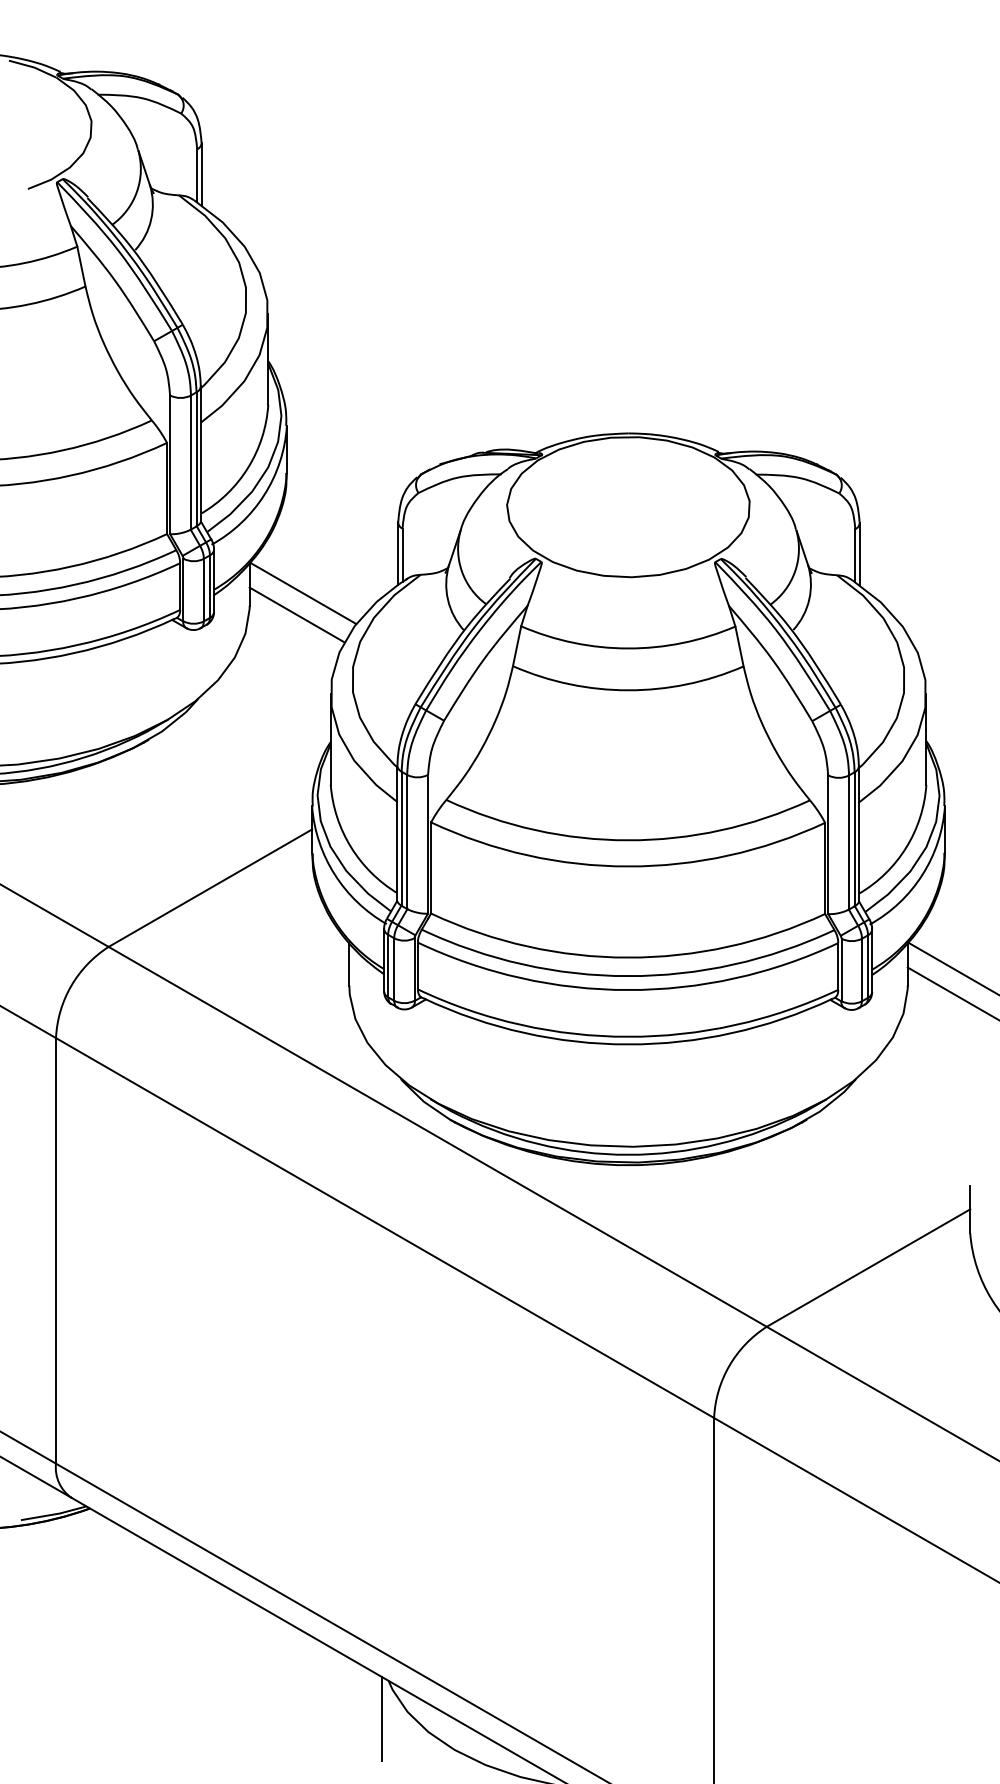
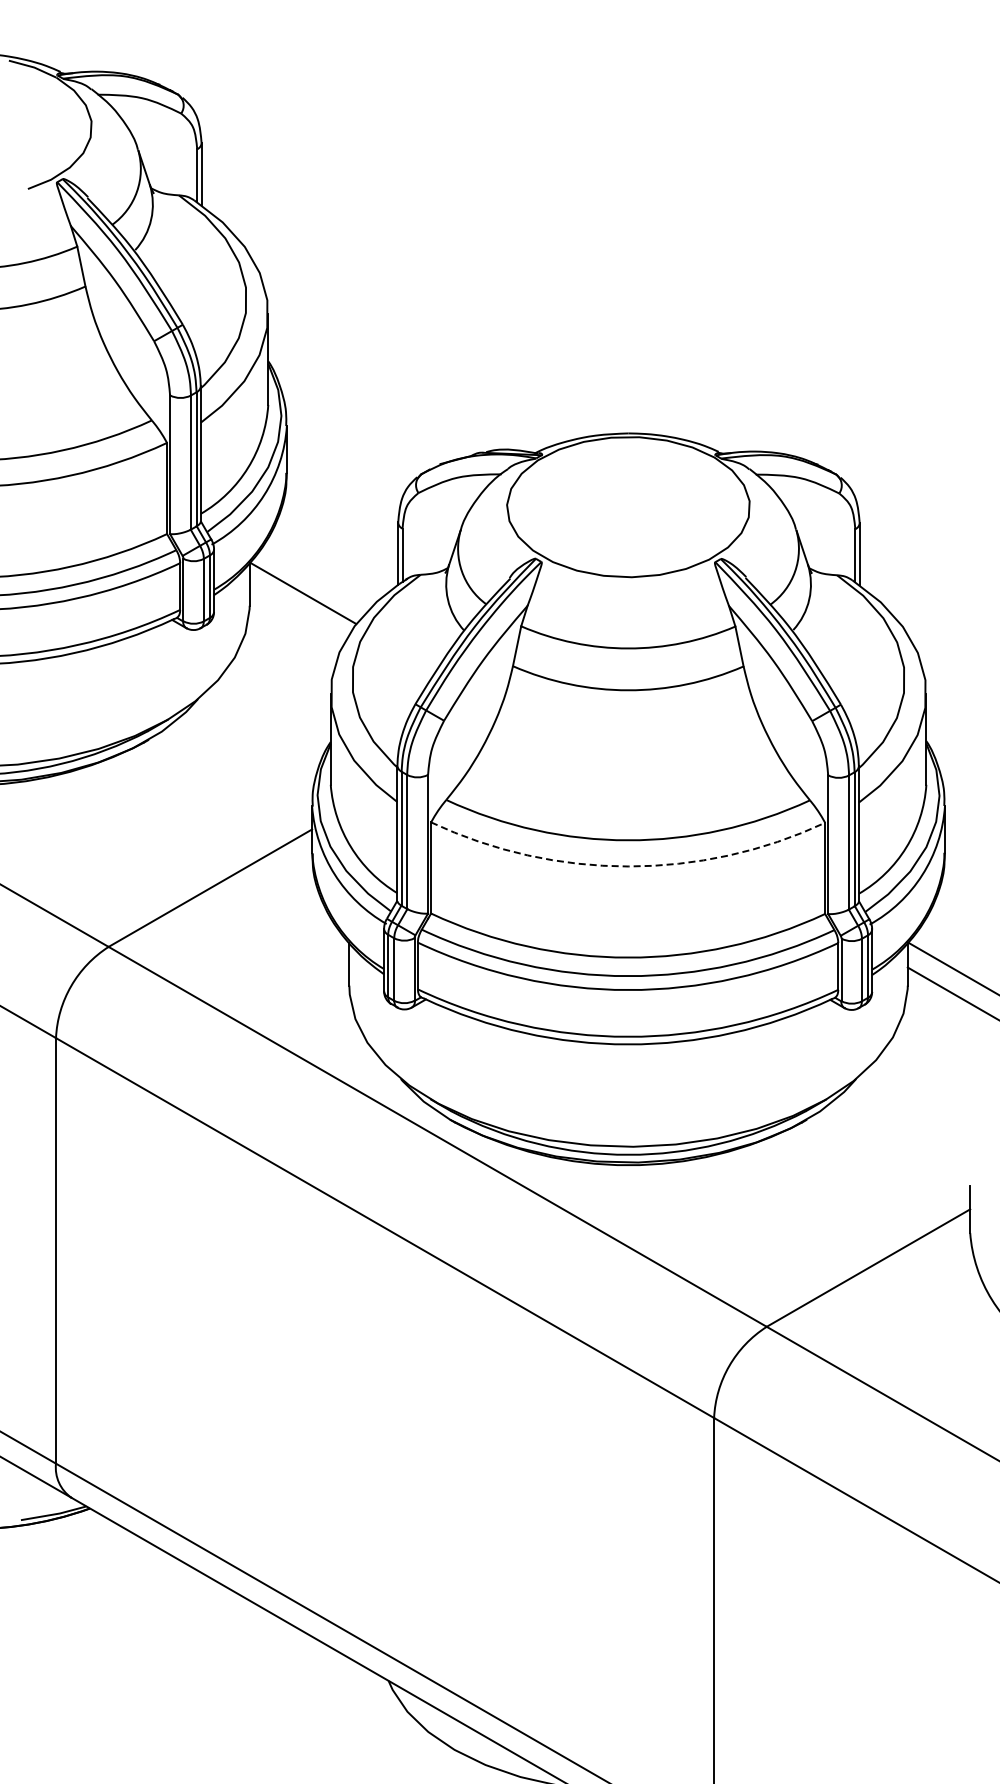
line at (296, 614): present -> none
arc at (628, 866): solid -> dashed
line at (382, 1719): present -> none
